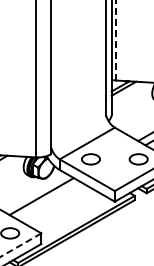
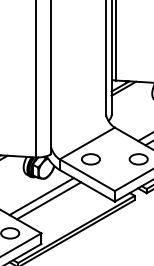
line at (116, 40): dashed -> solid
line at (48, 200): none -> present
line at (20, 245): dashed -> solid
